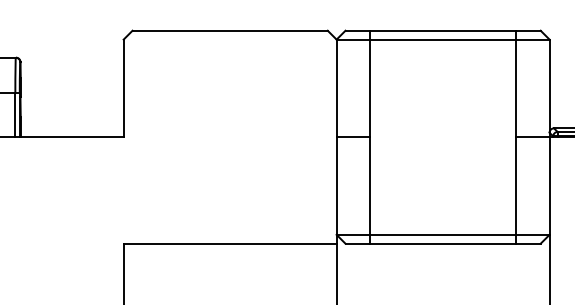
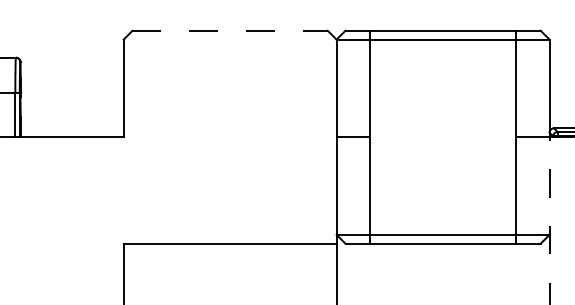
line at (230, 30): solid -> dashed
line at (549, 220): solid -> dashed
